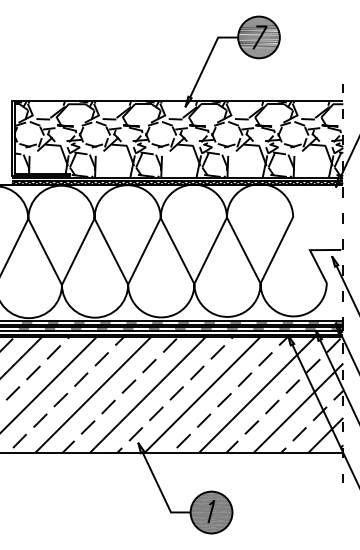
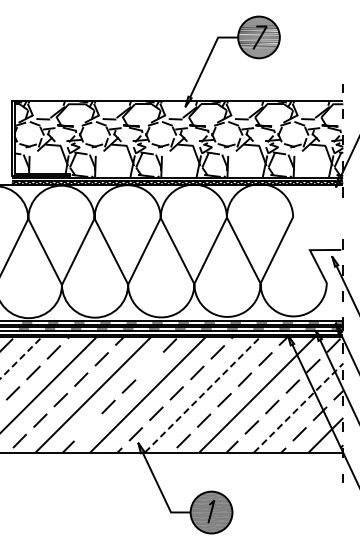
line at (342, 218): present -> none
line at (21, 357): solid -> dashed
line at (149, 365): present -> none
line at (202, 394): solid -> dashed
line at (299, 407): solid -> dashed
line at (87, 427): present -> none
